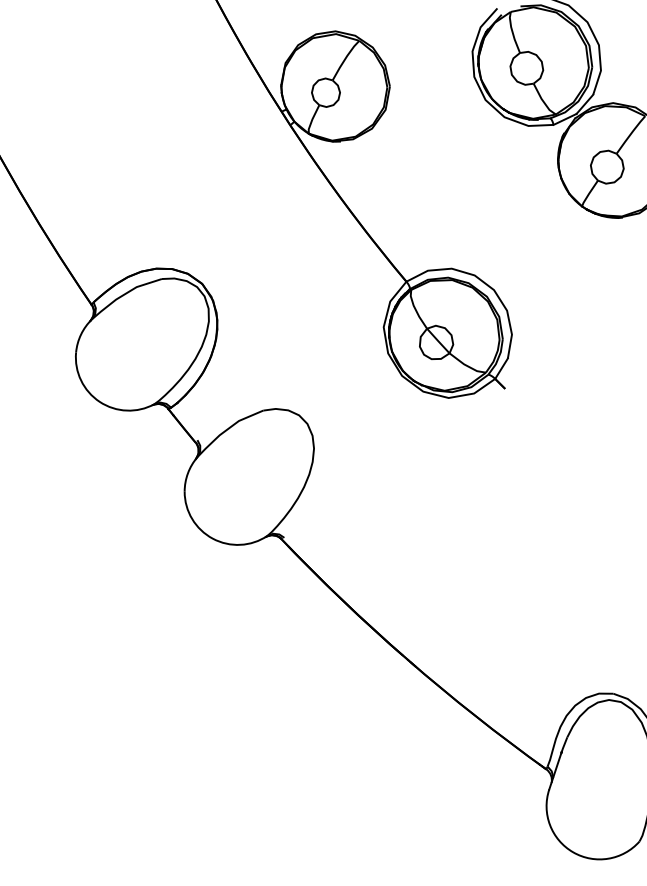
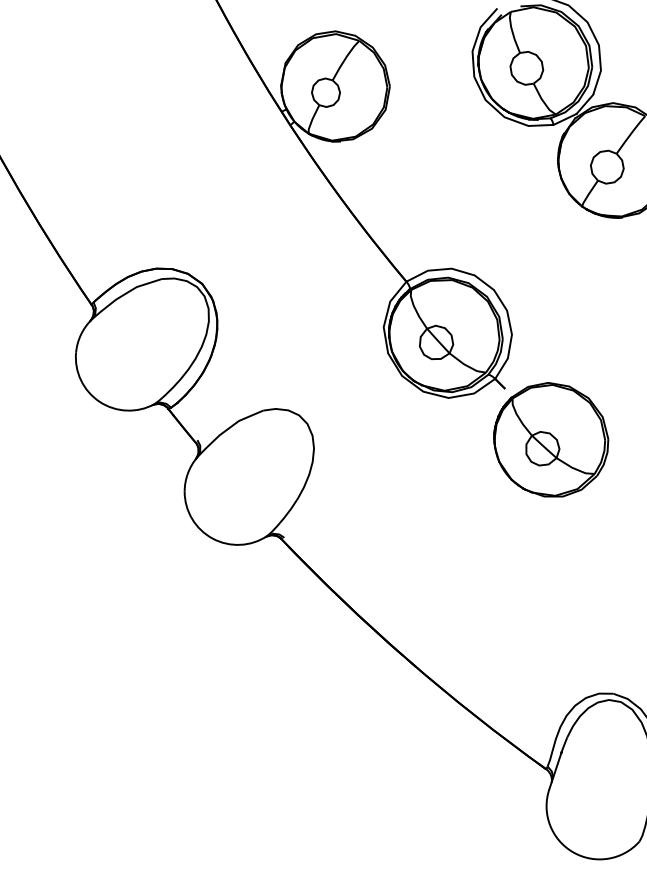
part at (551, 439): none -> present
